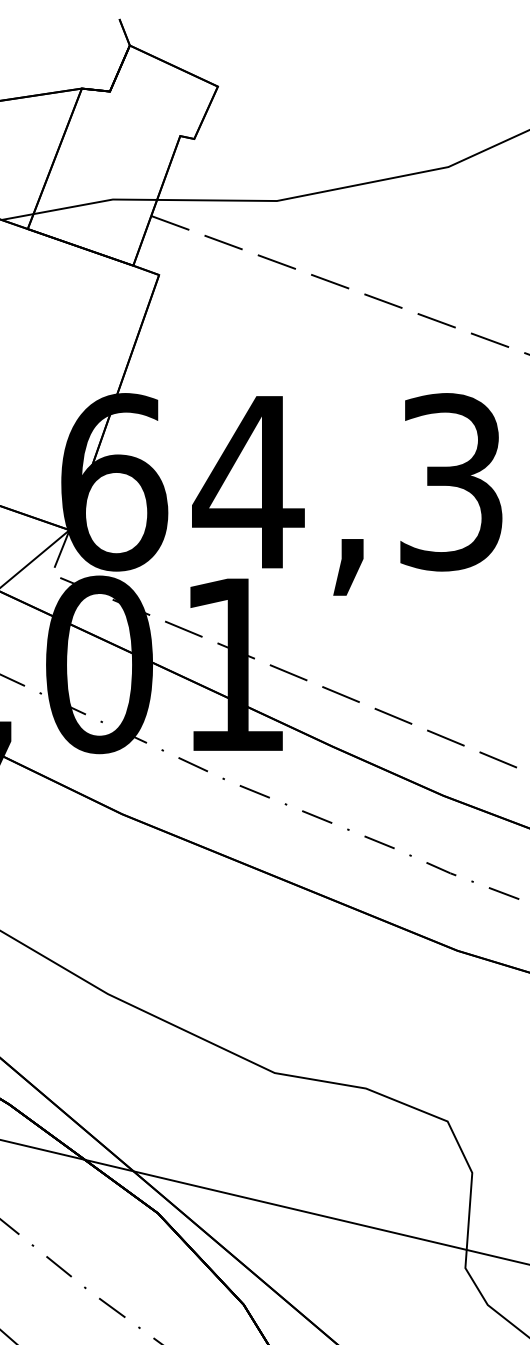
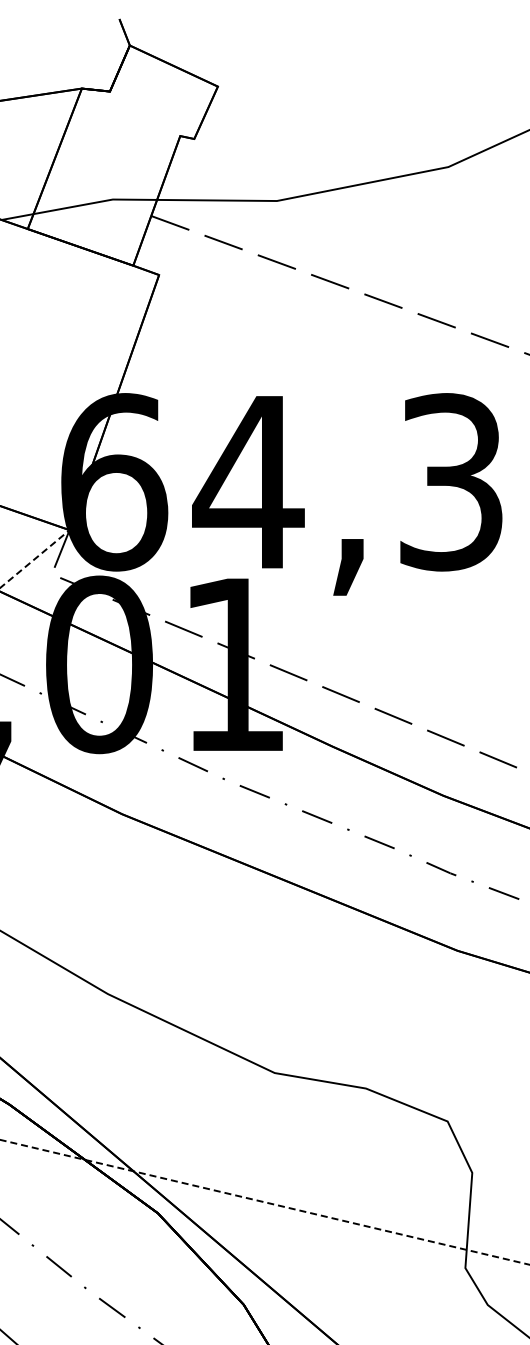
line at (35, 558): solid -> dashed
line at (264, 1202): solid -> dashed
